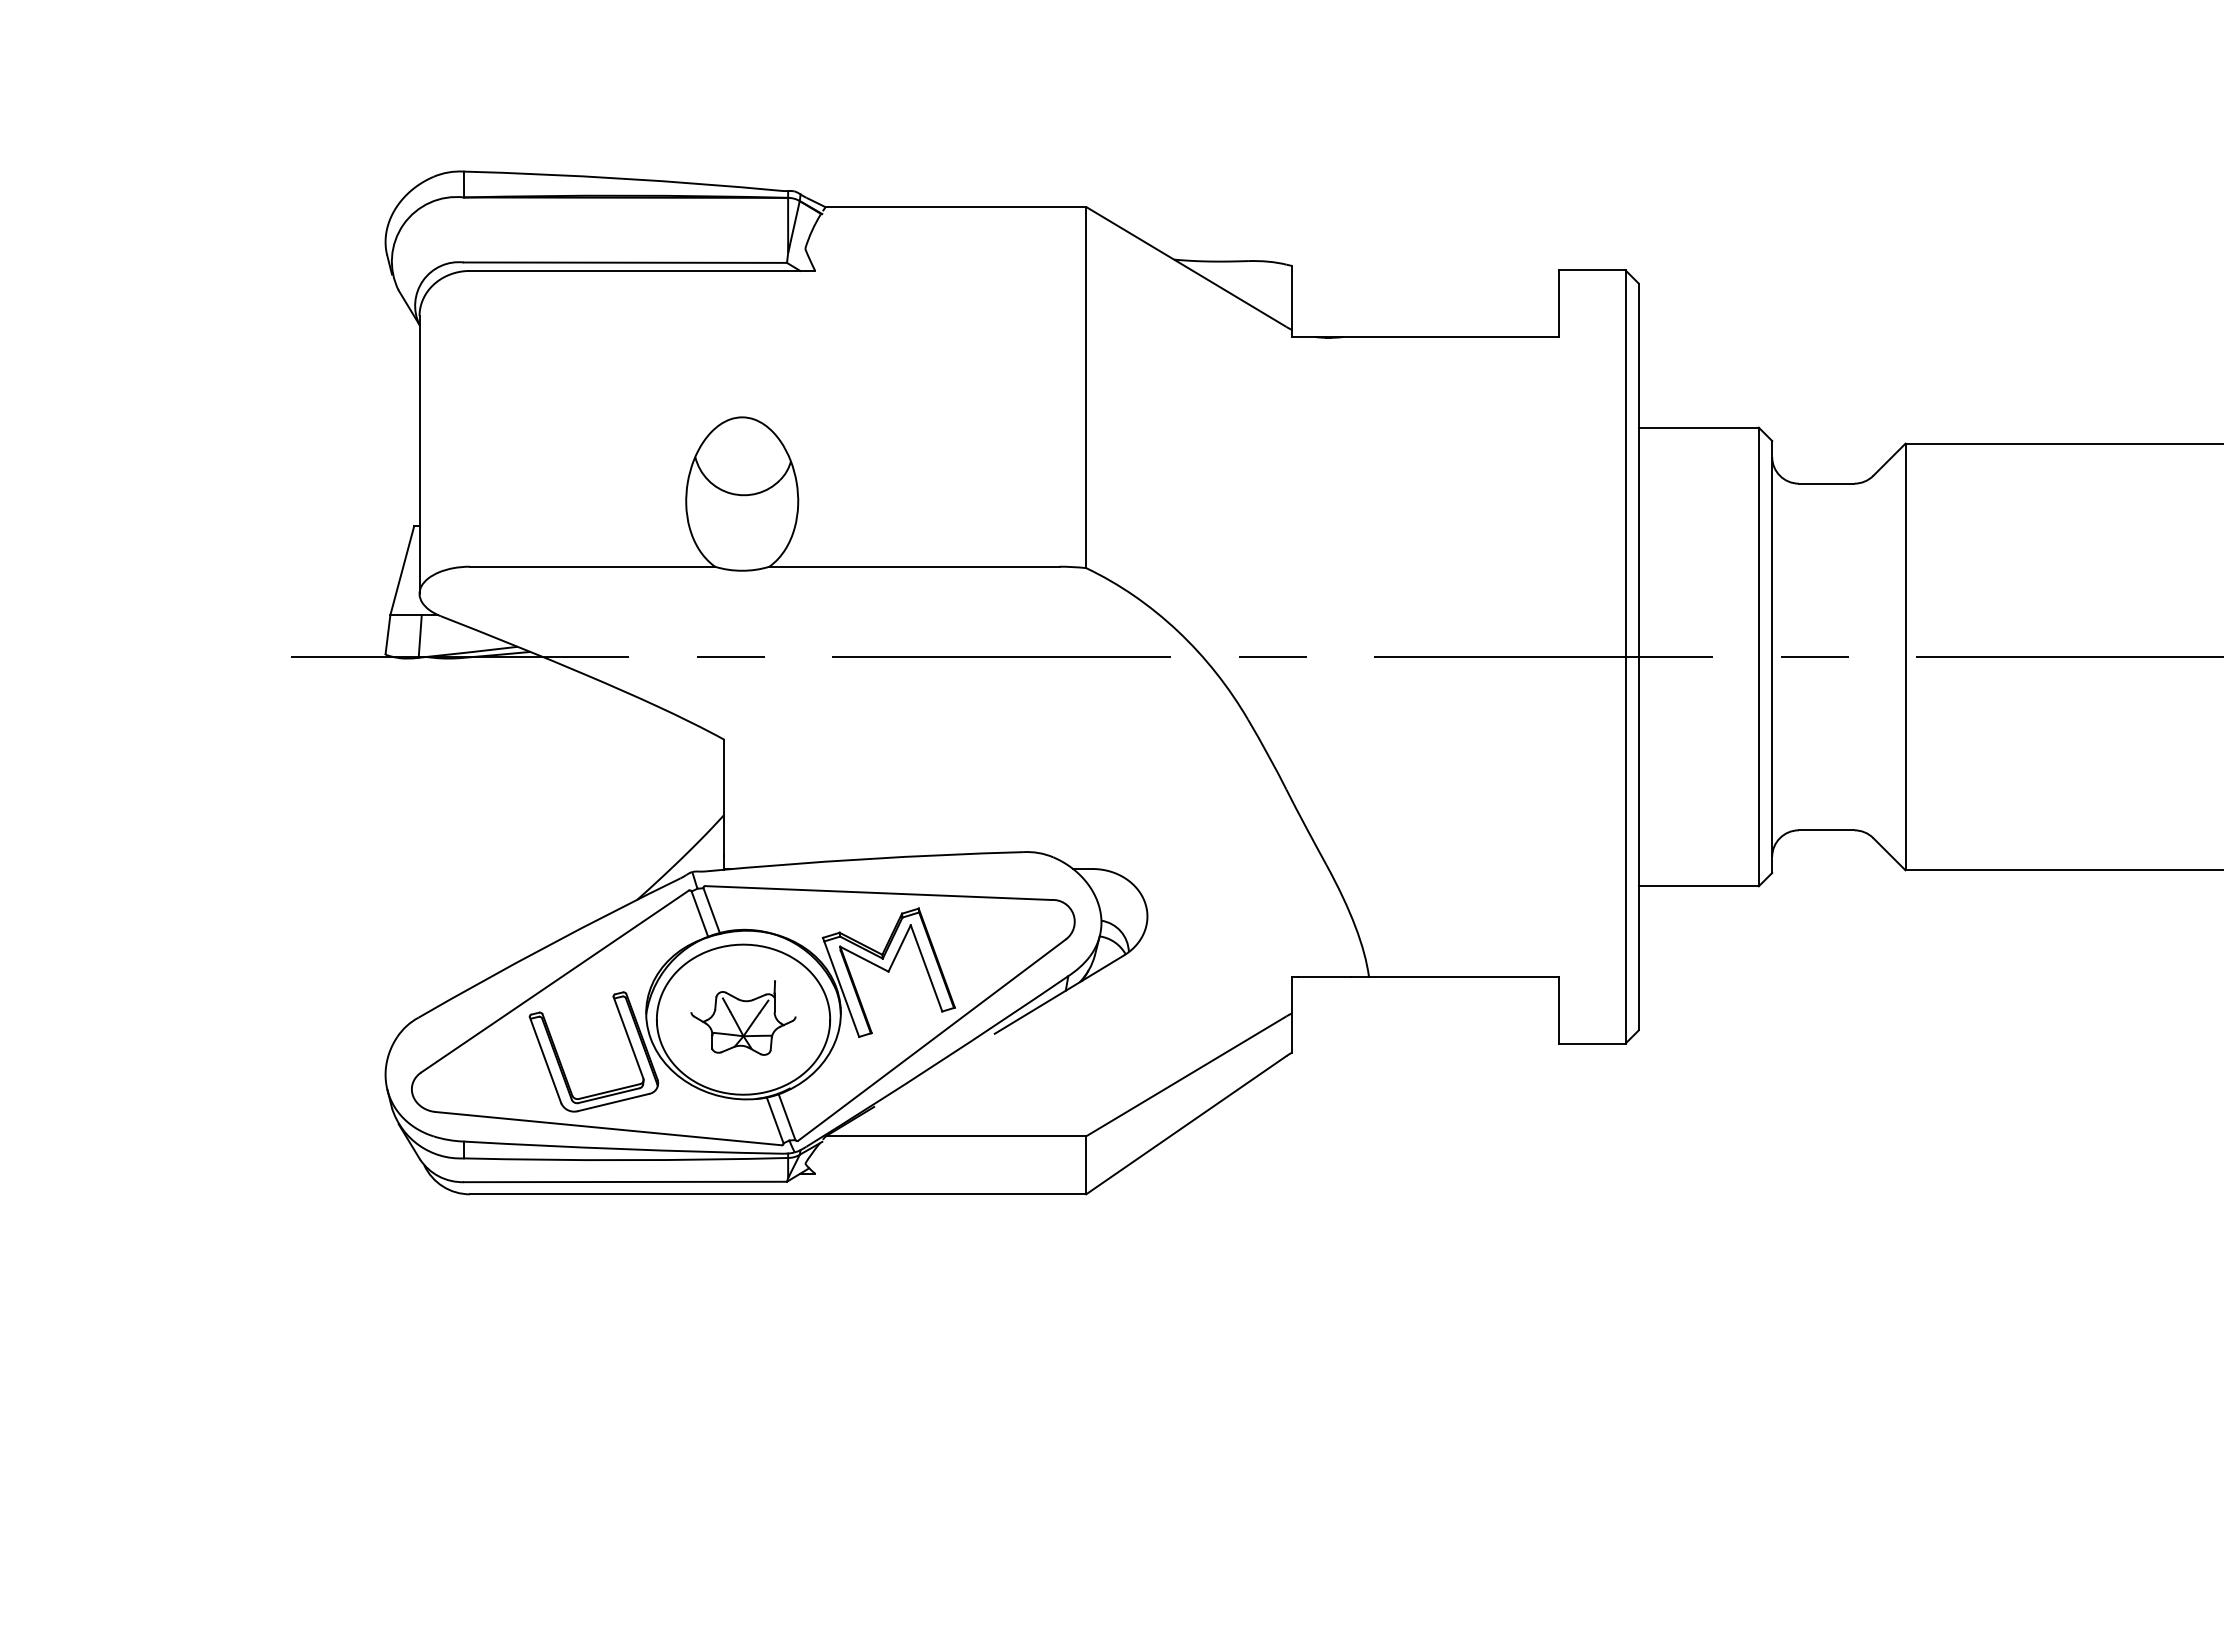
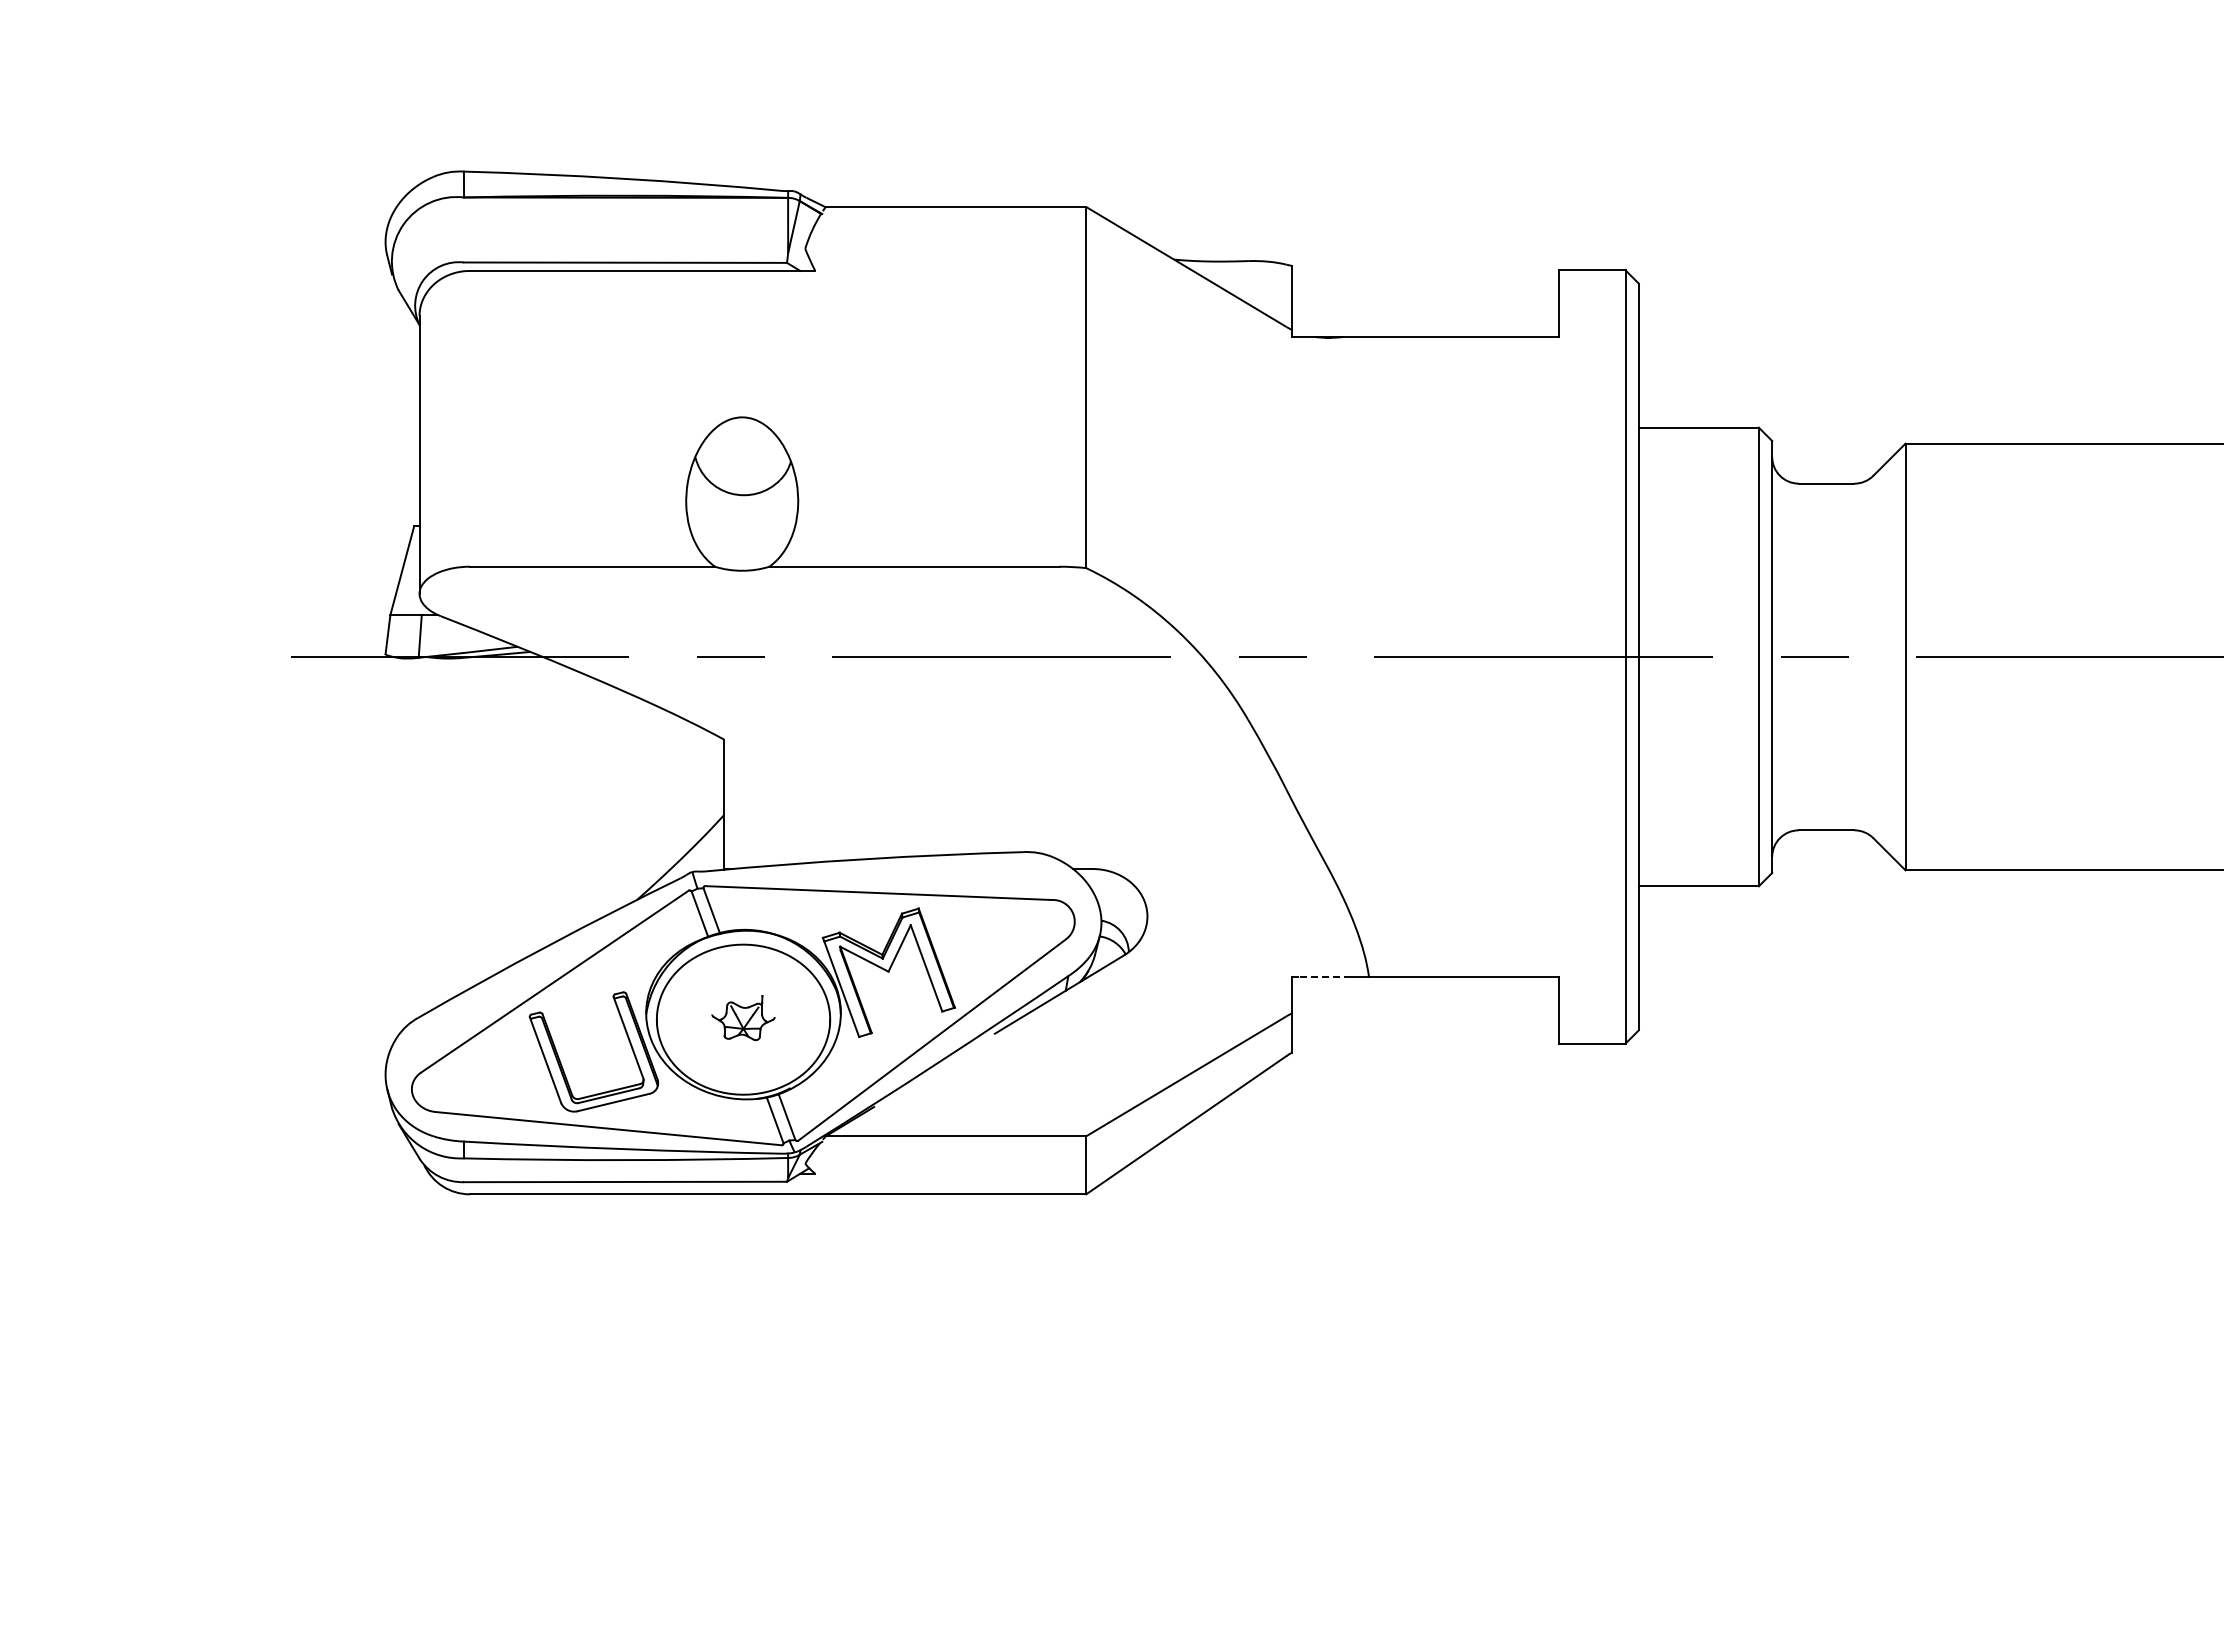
line at (1324, 977): solid -> dashed
part at (743, 1017) size: 107x76 px -> 65x46 px
